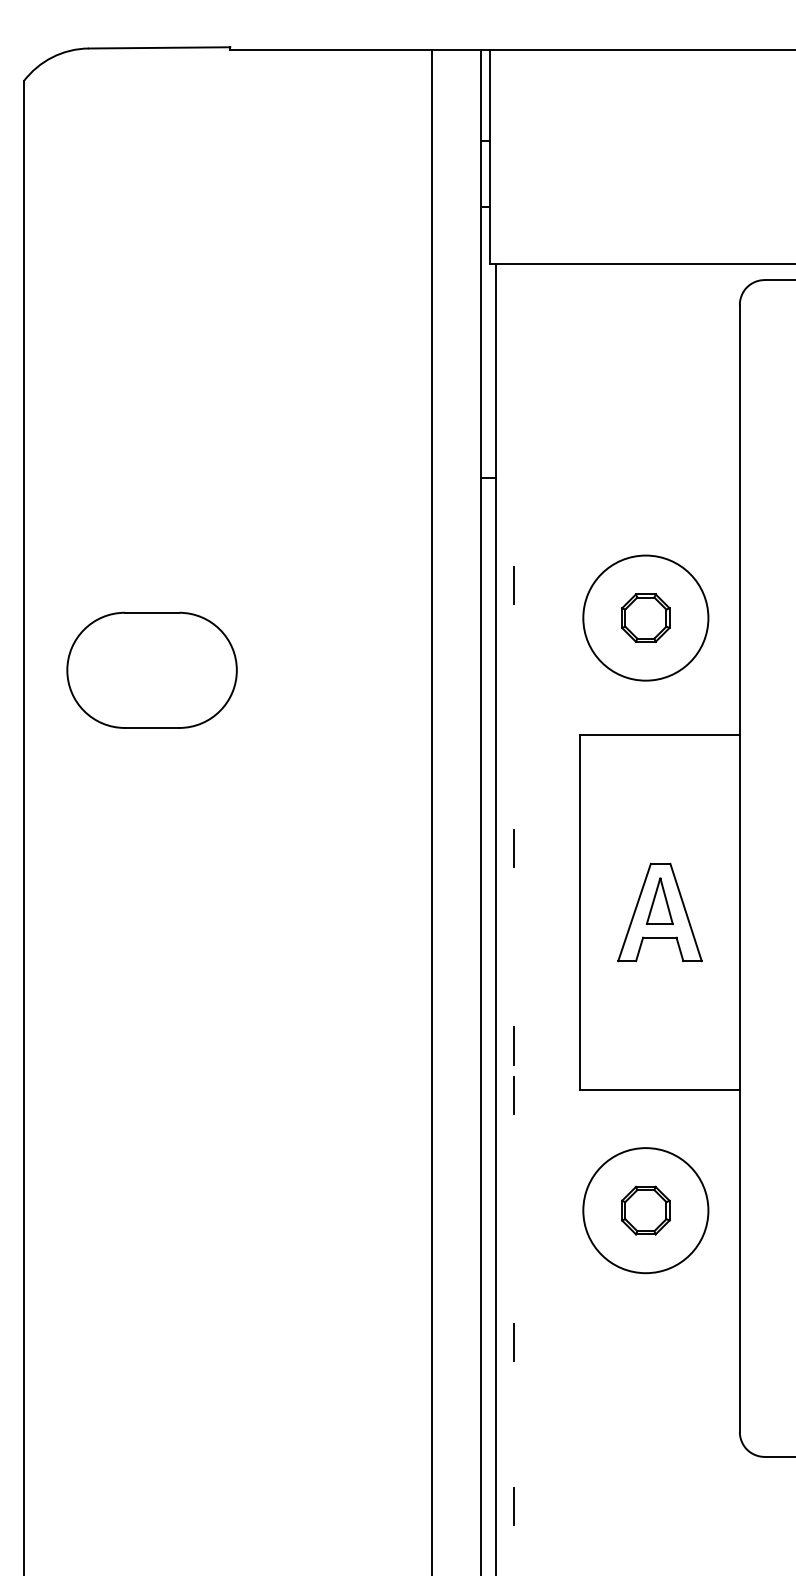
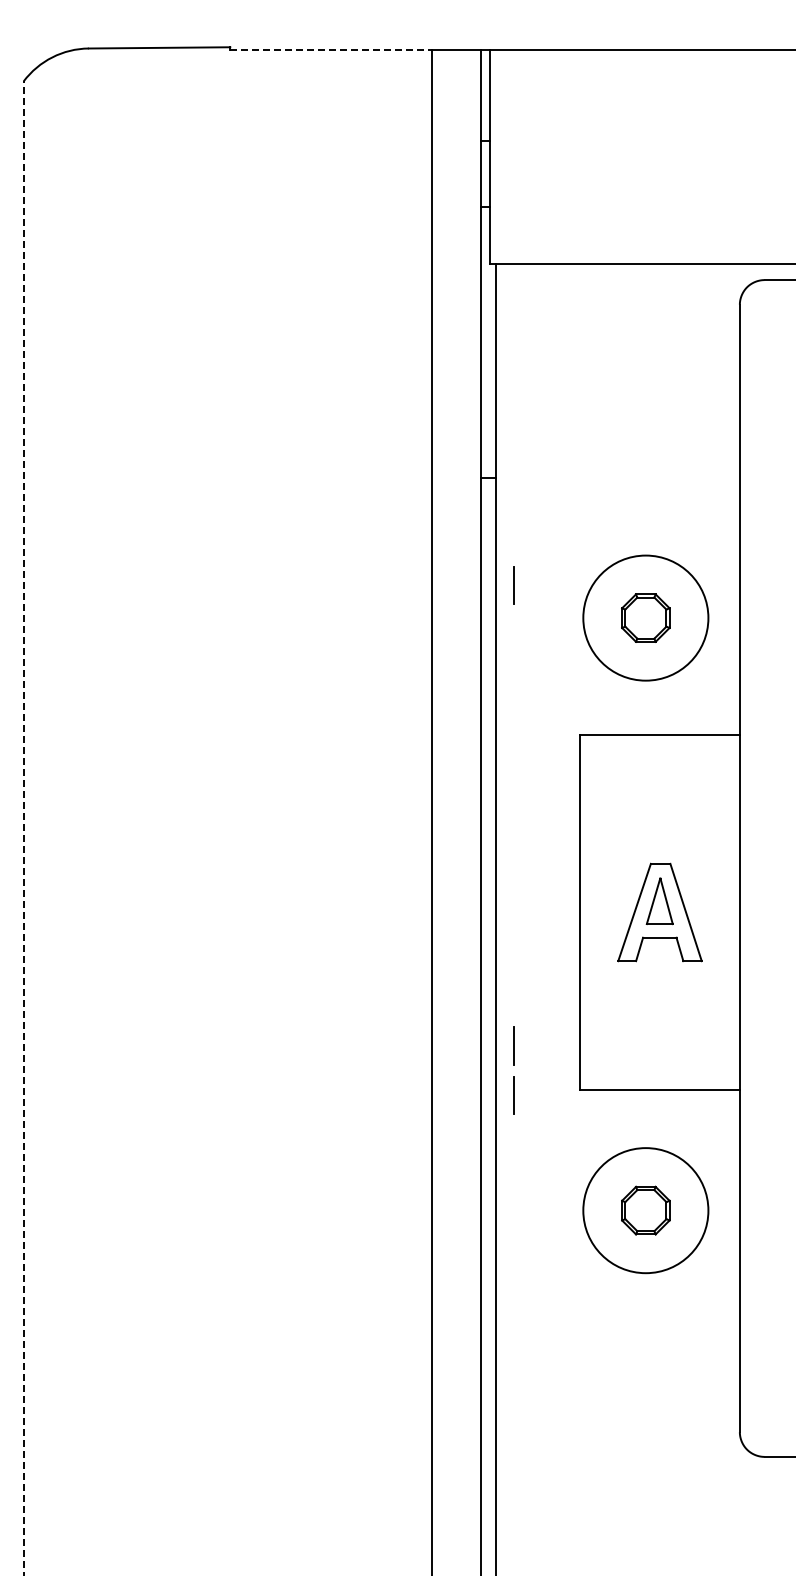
line at (331, 50): solid -> dashed
part at (151, 669): present -> none
line at (23, 828): solid -> dashed
line at (514, 848): present -> none
line at (514, 1341): present -> none
line at (514, 1506): present -> none
